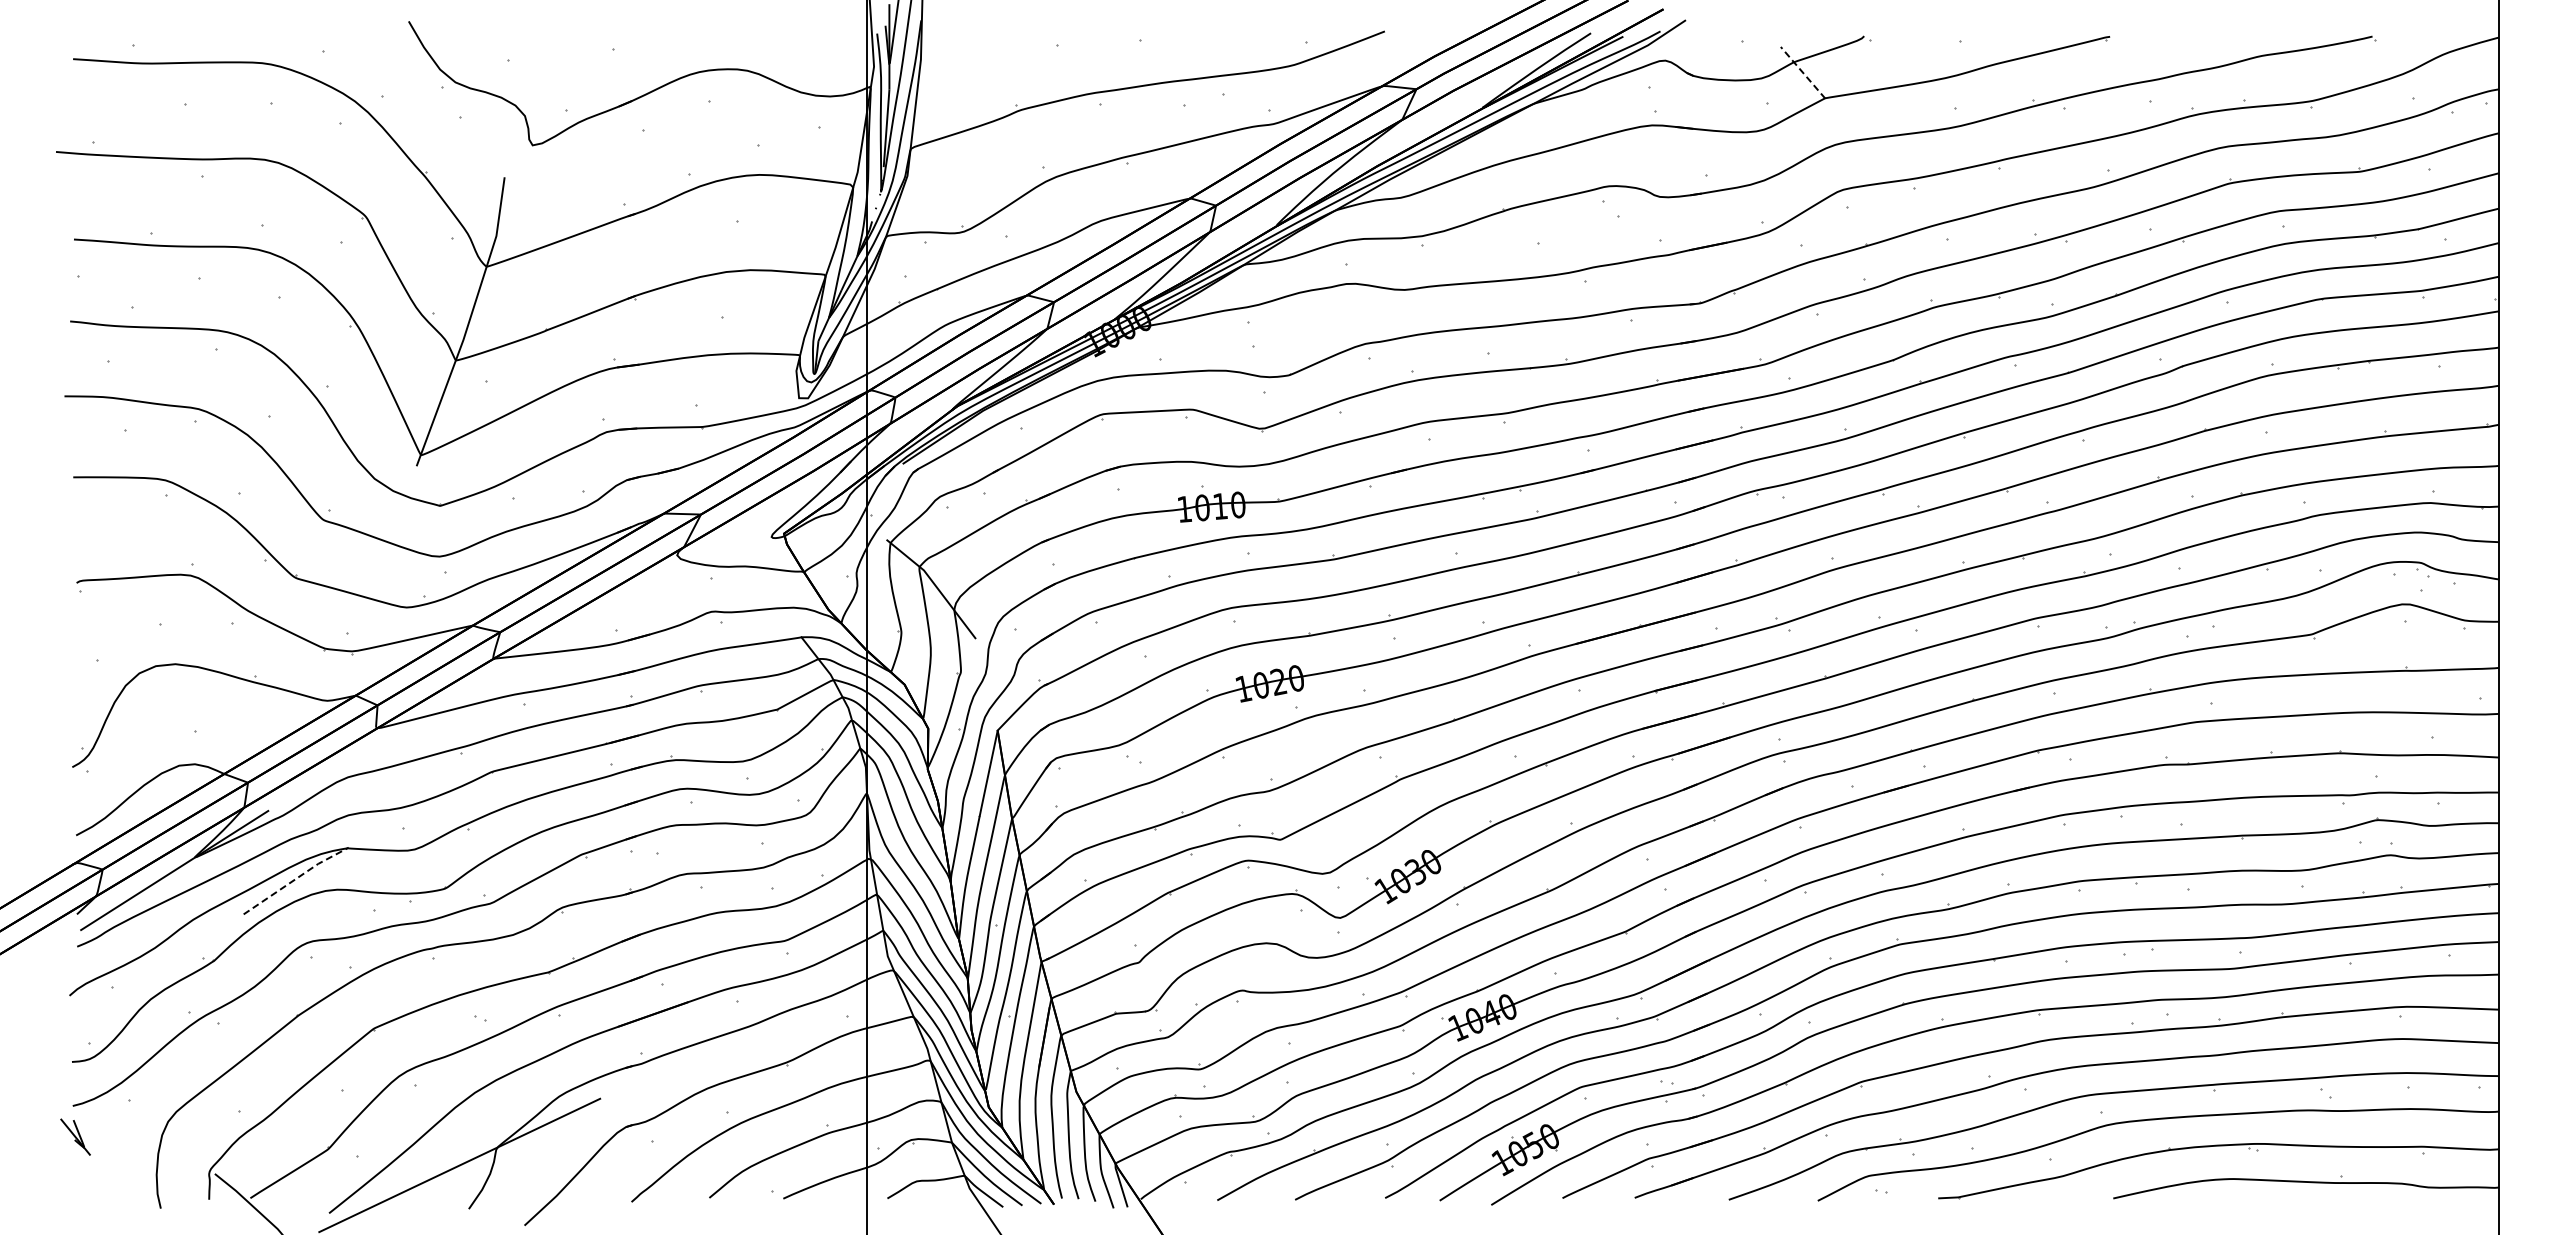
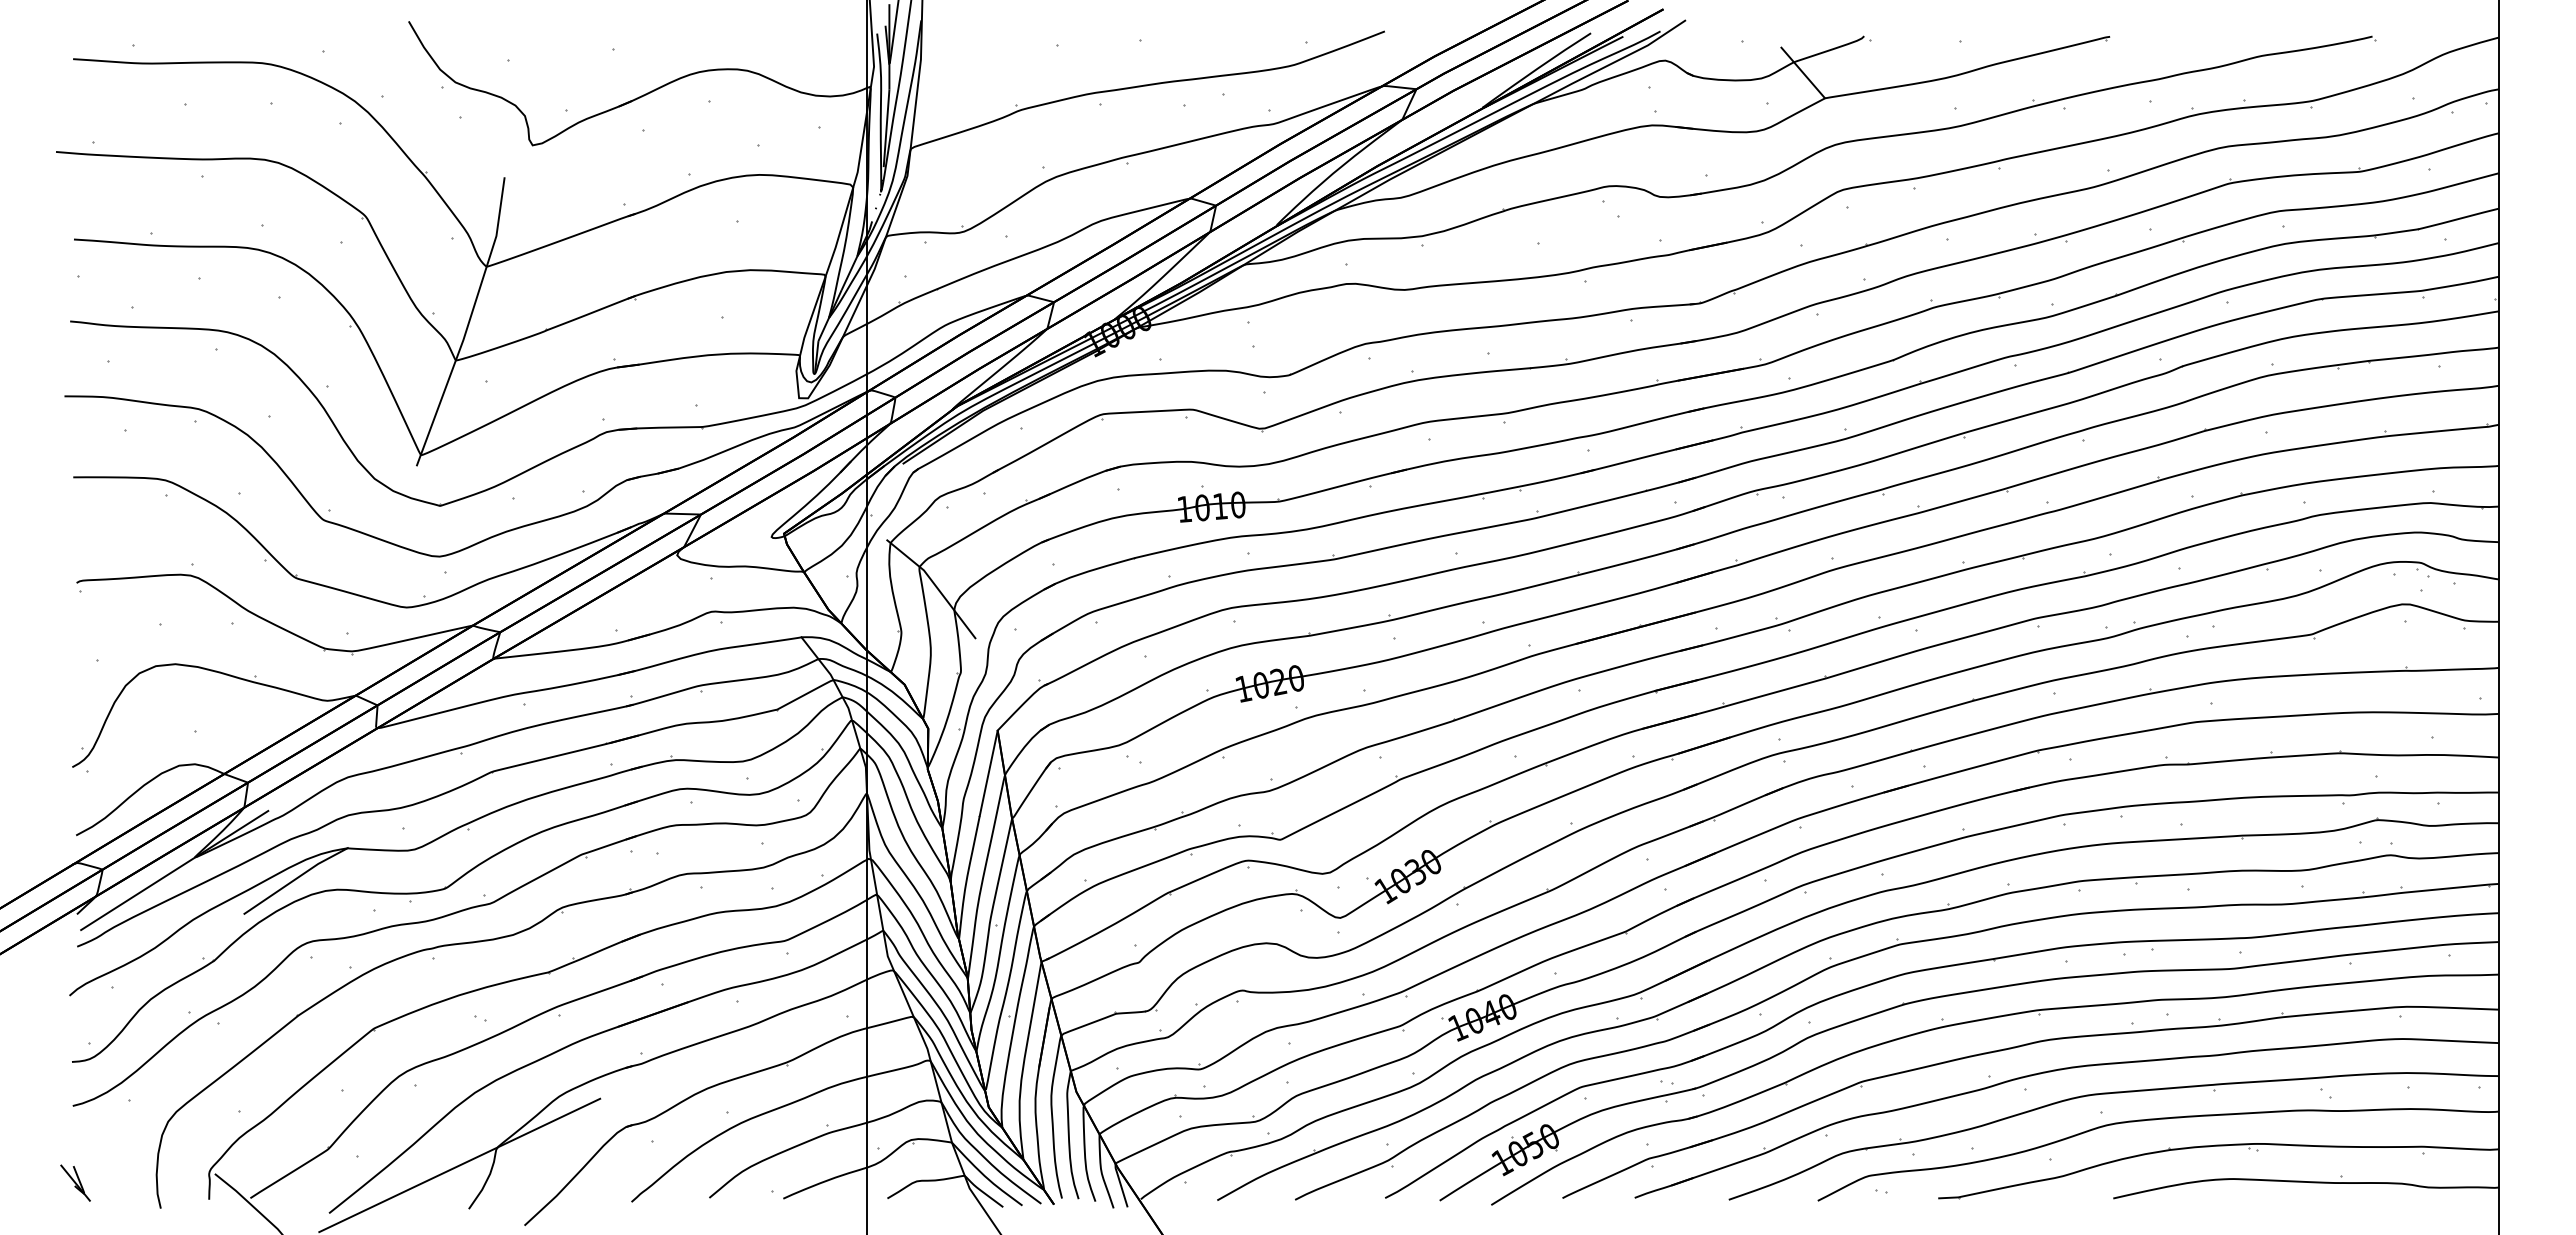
line at (1802, 72): dashed -> solid
line at (296, 878): dashed -> solid
part at (75, 1136) position: (75, 1136) -> (75, 1182)
